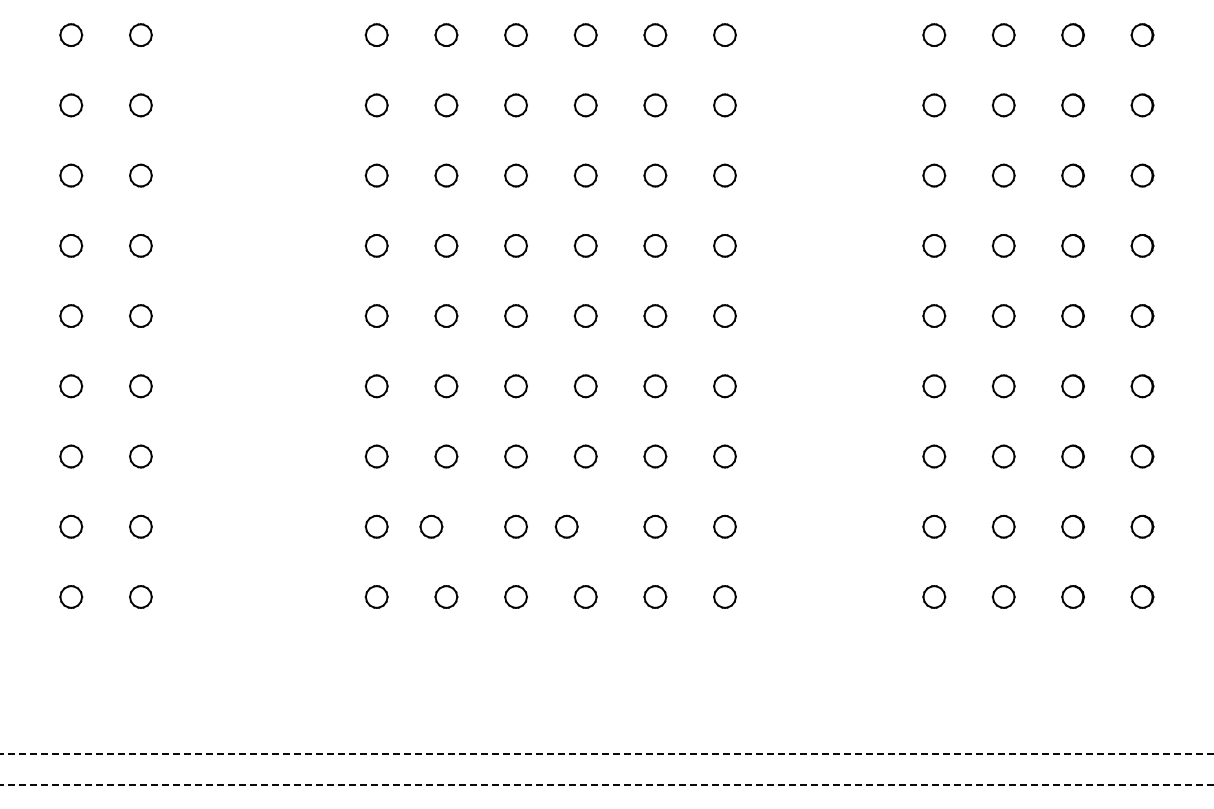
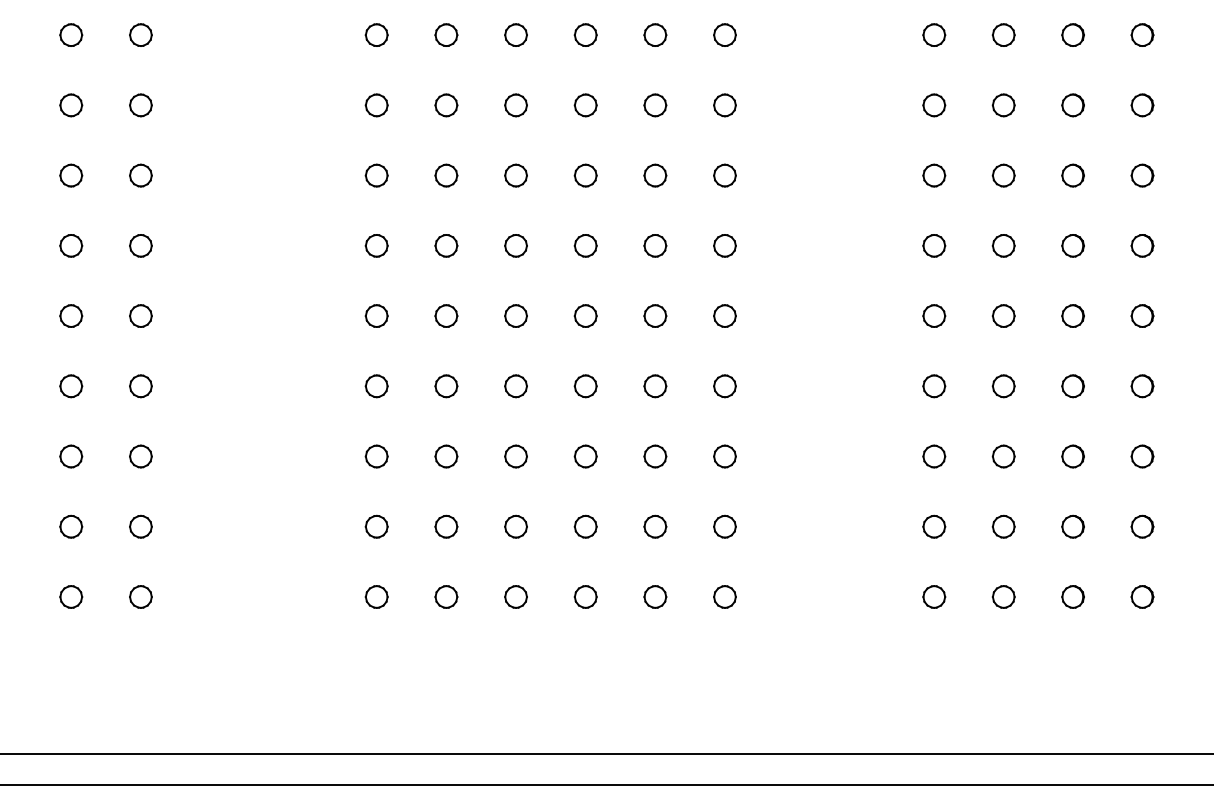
part at (431, 526) position: (431, 526) -> (446, 526)
part at (566, 526) position: (566, 526) -> (585, 526)
line at (607, 754): dashed -> solid
line at (607, 784): dashed -> solid
